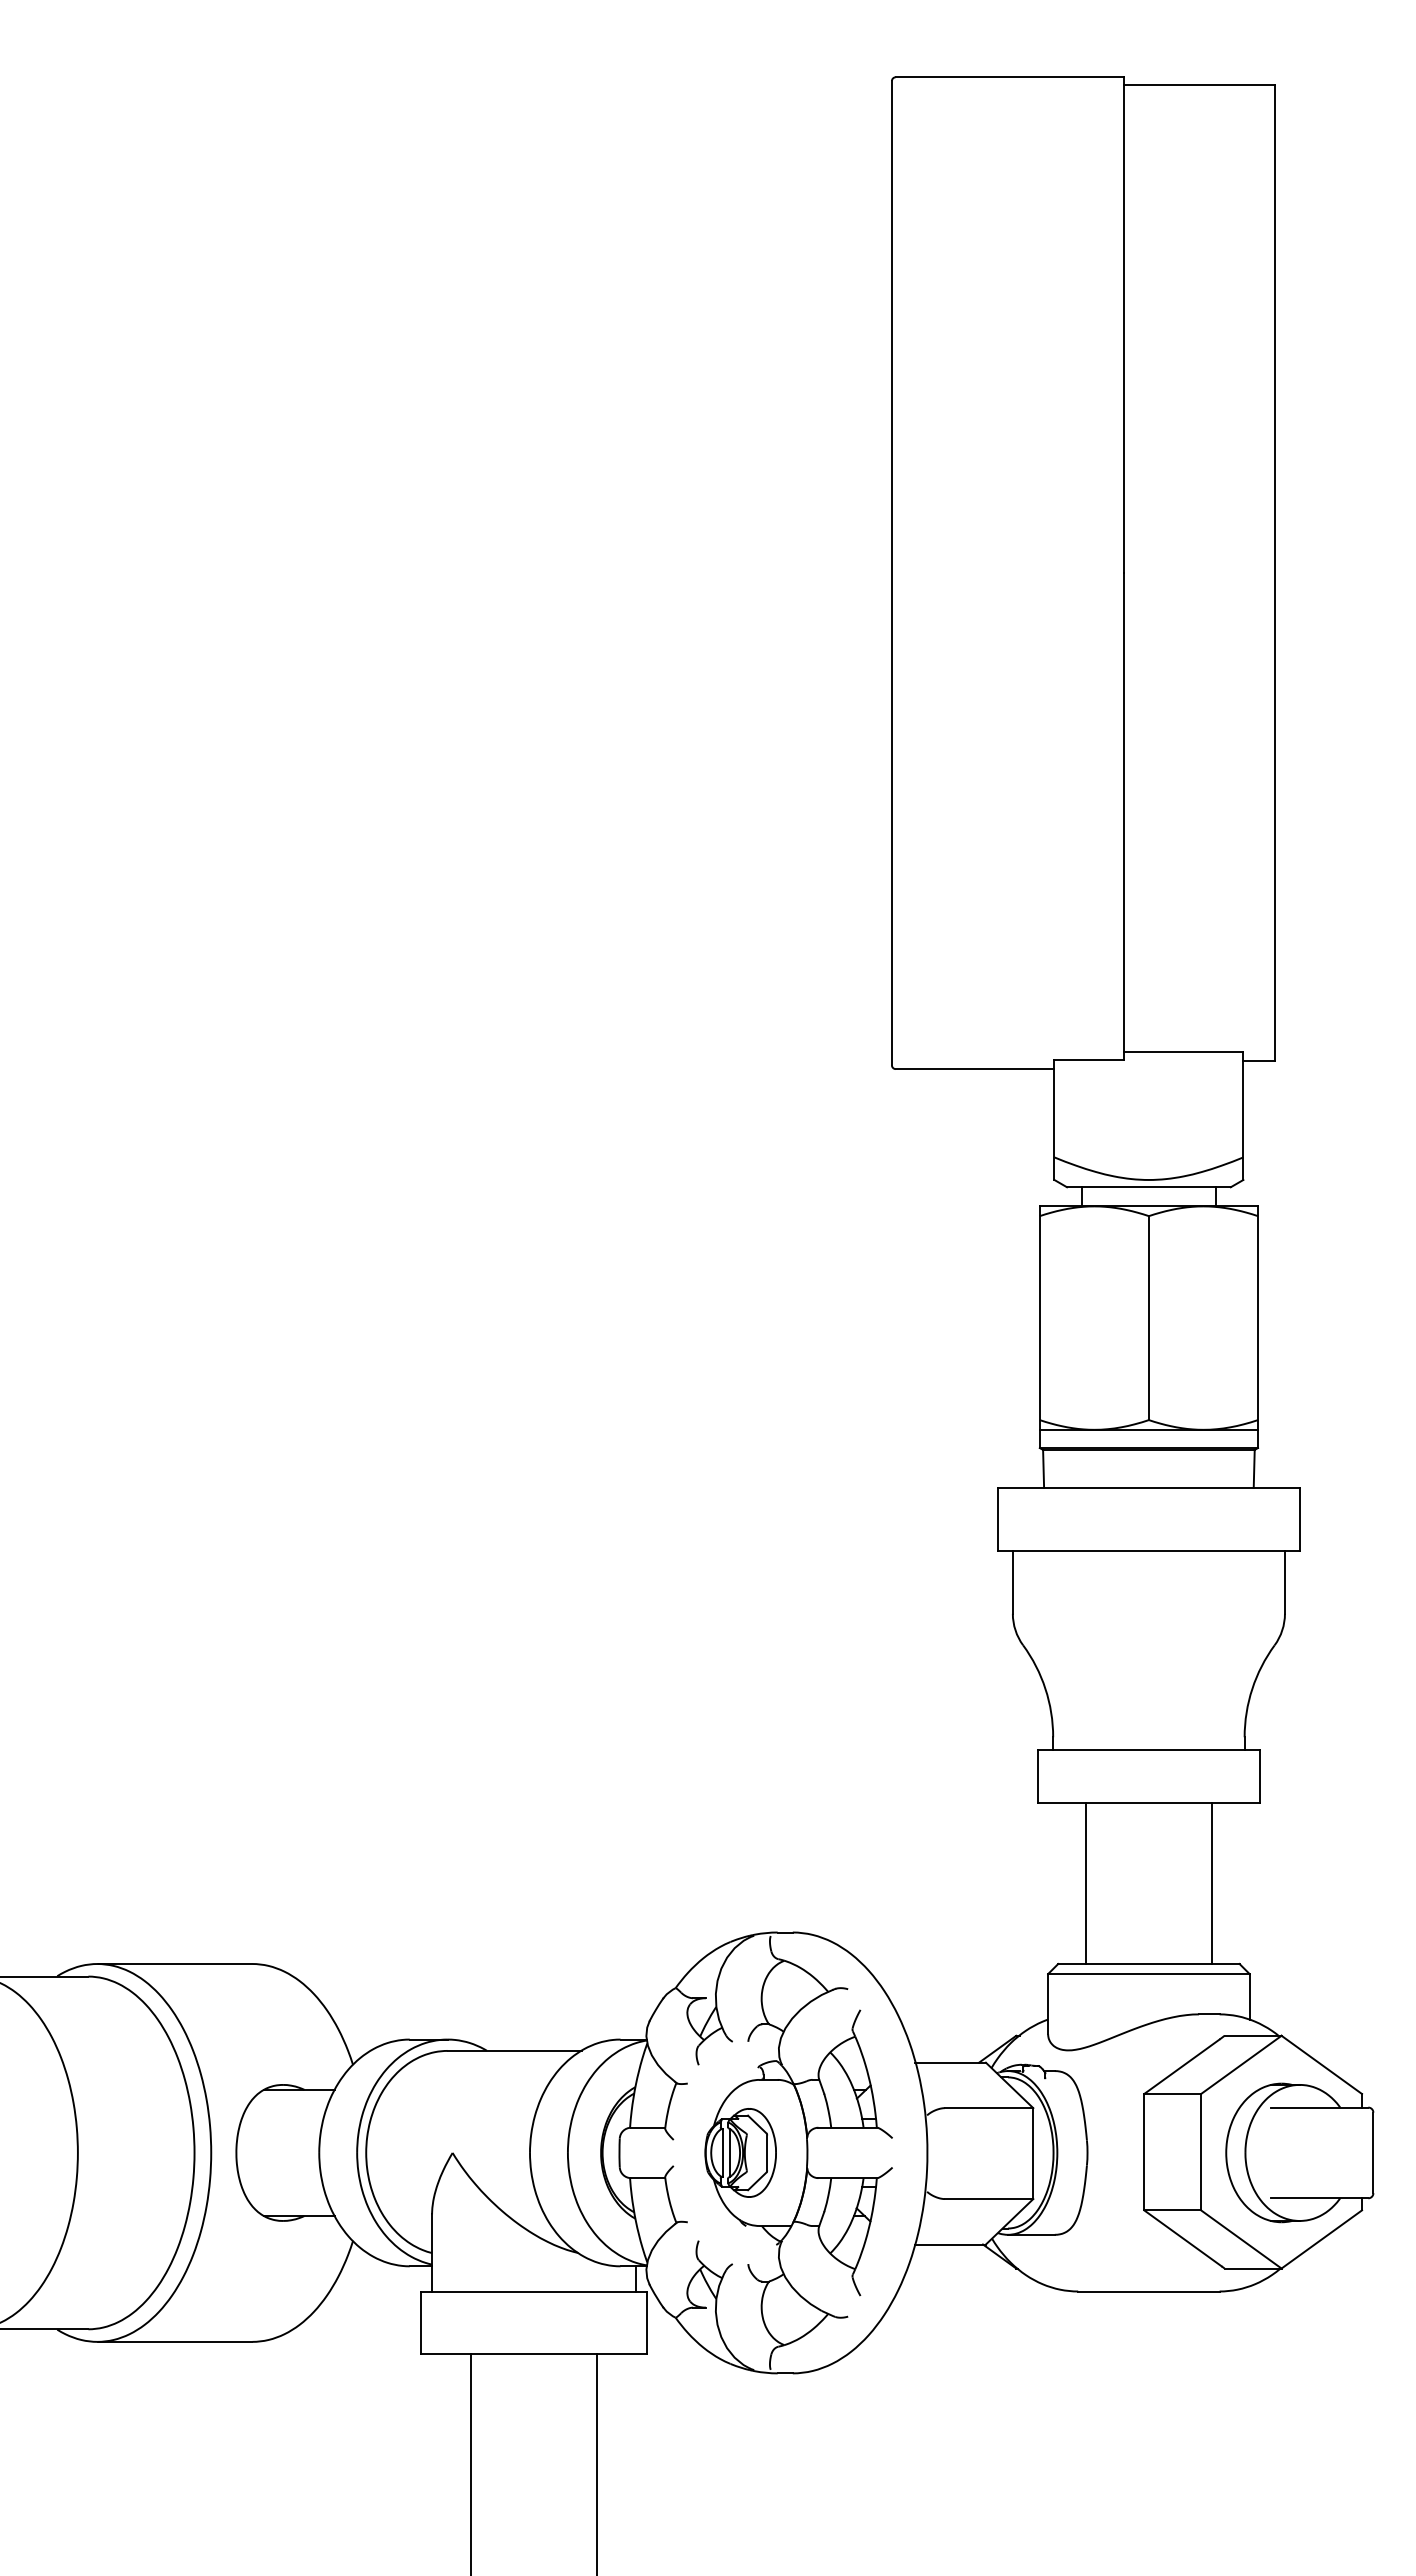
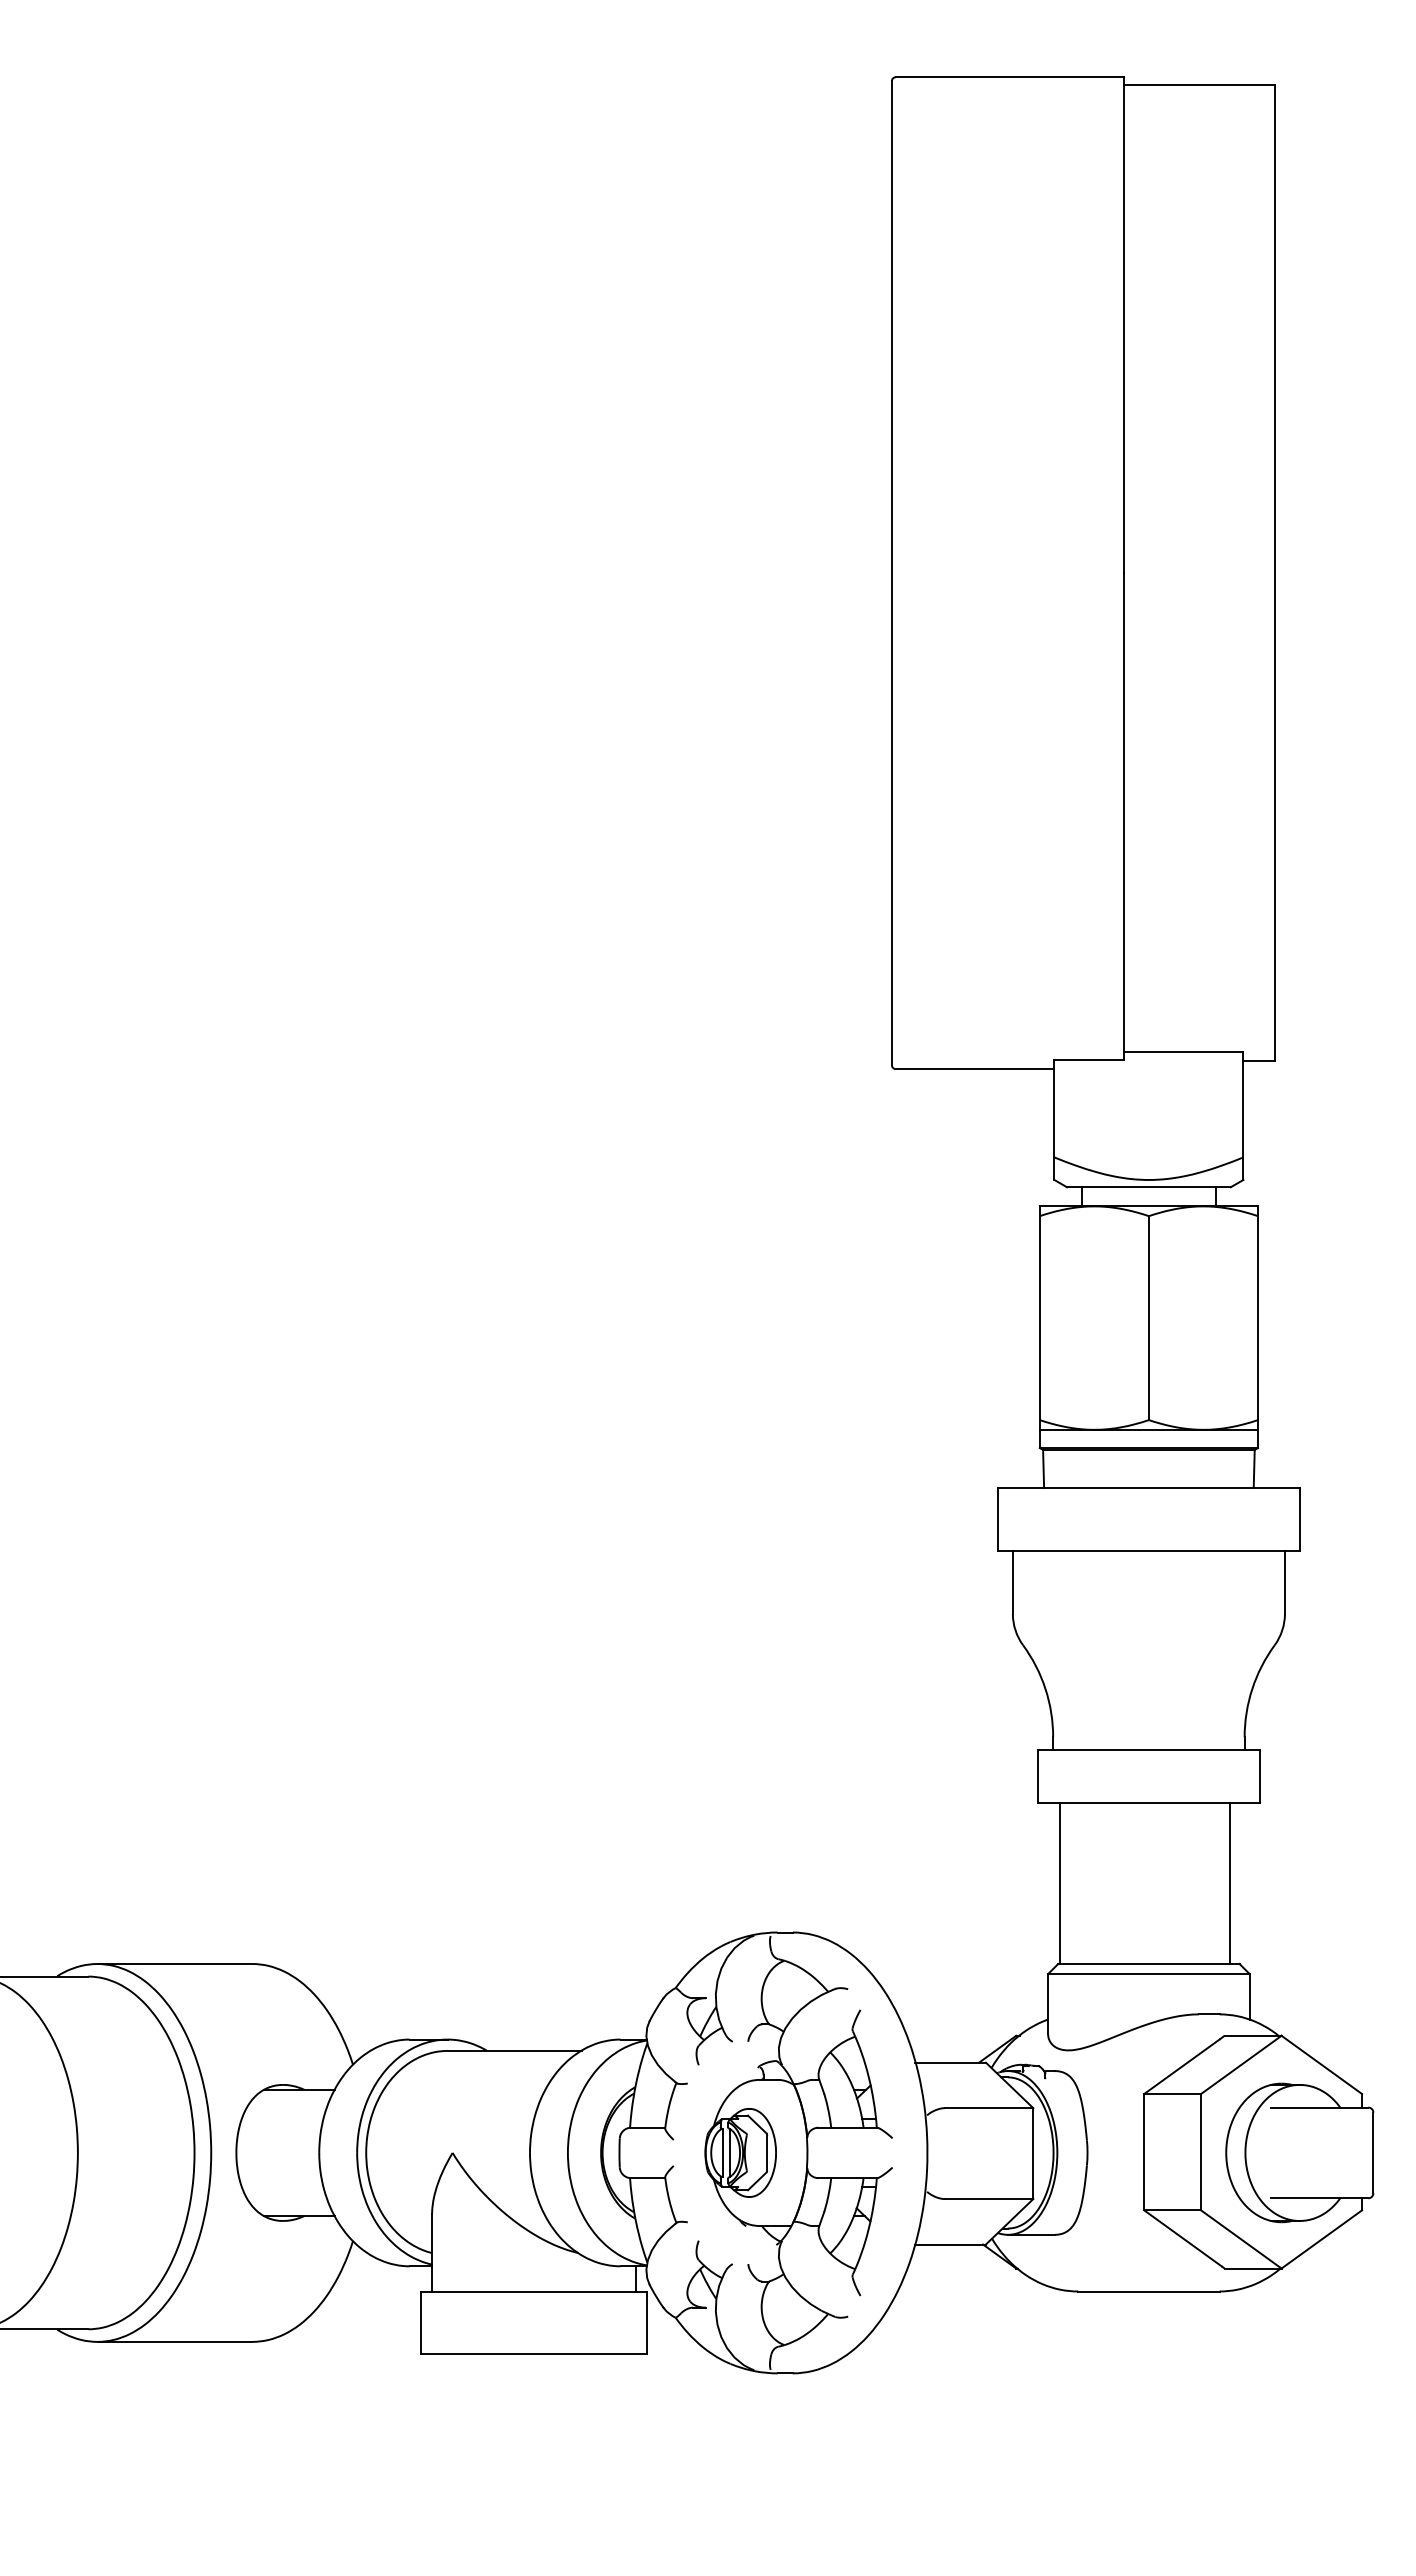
line at (1085, 1882) position: (1085, 1882) -> (1059, 1882)
line at (1211, 1882) position: (1211, 1882) -> (1229, 1882)
line at (471, 2463): present -> none
line at (597, 2463): present -> none
